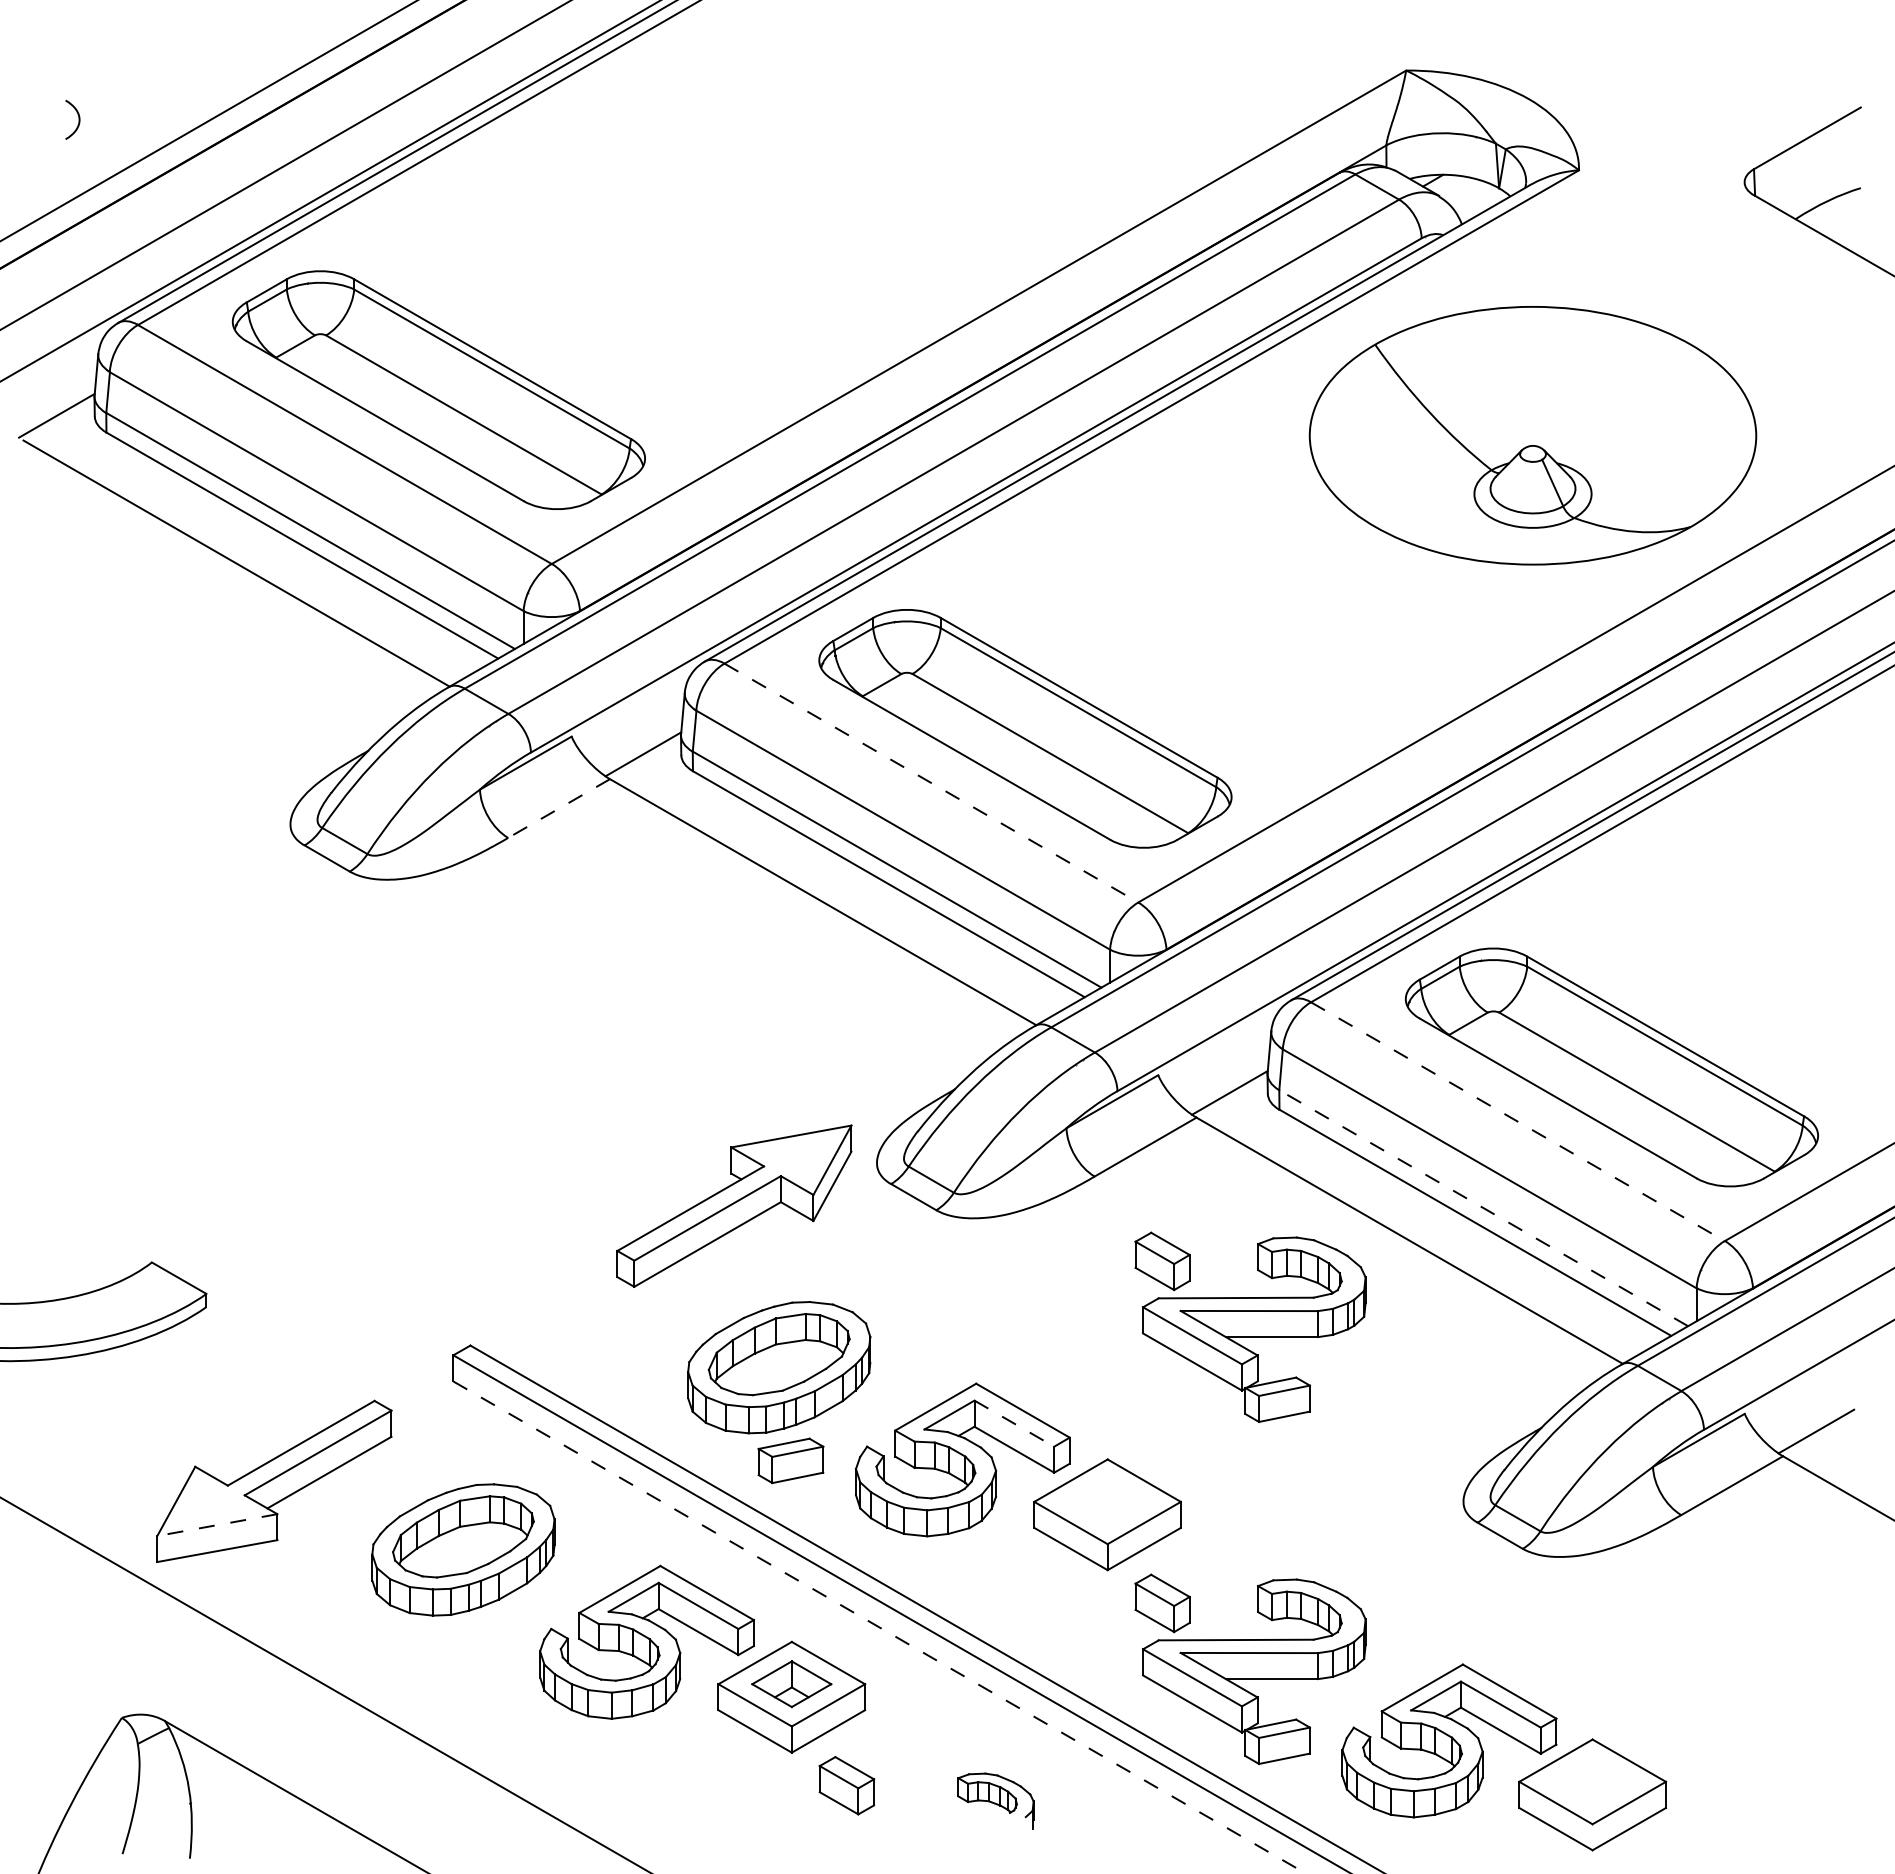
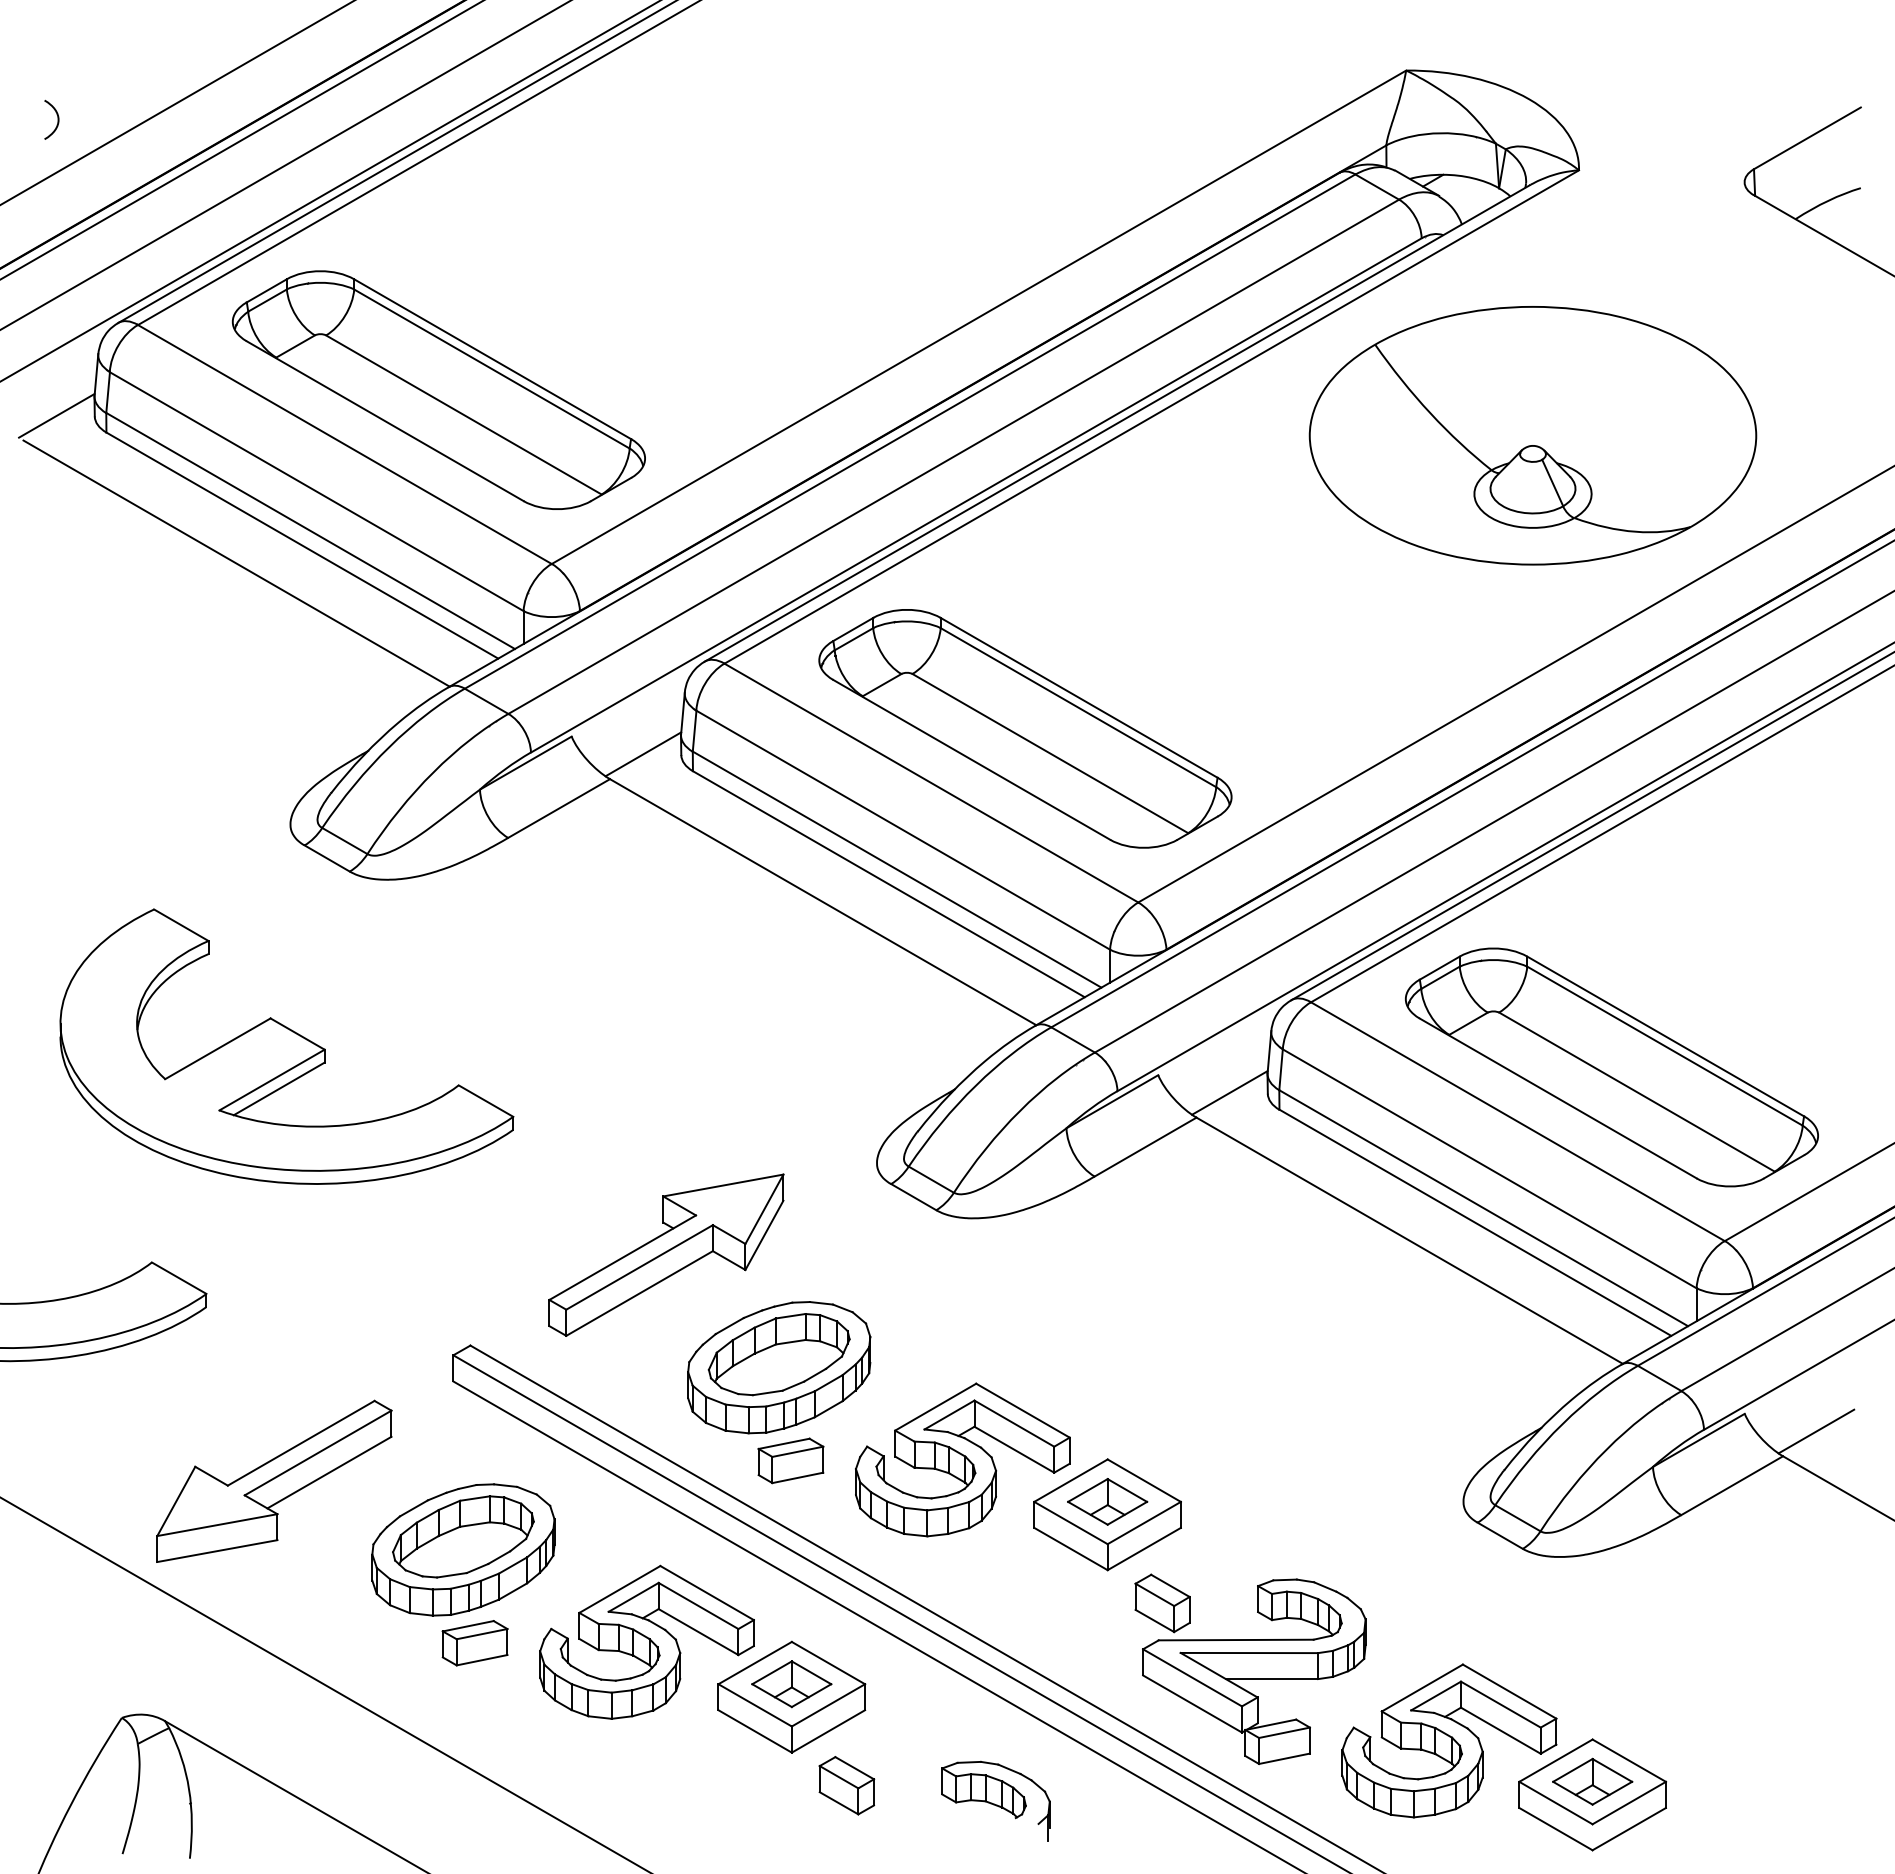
curve at (78, 119) position: (78, 119) -> (57, 119)
line at (208, 121) position: (208, 121) -> (176, 102)
line at (241, 140): none -> present
line at (931, 783): dashed -> solid
line at (559, 808): dashed -> solid
part at (286, 1046): none -> present
line at (1517, 1121): dashed -> solid
part at (734, 1205) position: (734, 1205) -> (666, 1254)
line at (1483, 1208): dashed -> solid
part at (1250, 1326): present -> none
line at (1014, 1423): dashed -> solid
part at (1107, 1501): none -> present
line at (216, 1525): dashed -> solid
line at (880, 1627): dashed -> solid
part at (474, 1643): none -> present
part at (1592, 1781): none -> present
part at (995, 1800) size: 78x58 px -> 110x82 px
